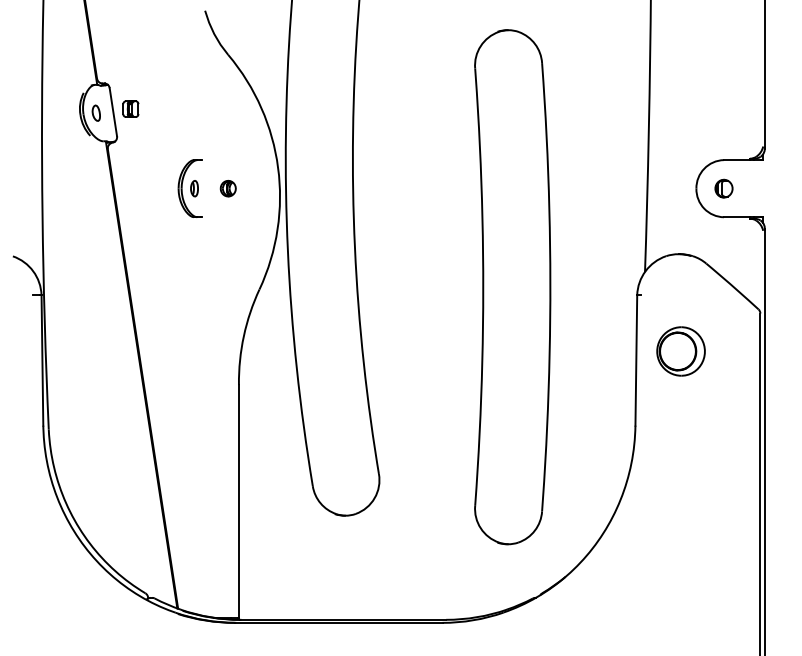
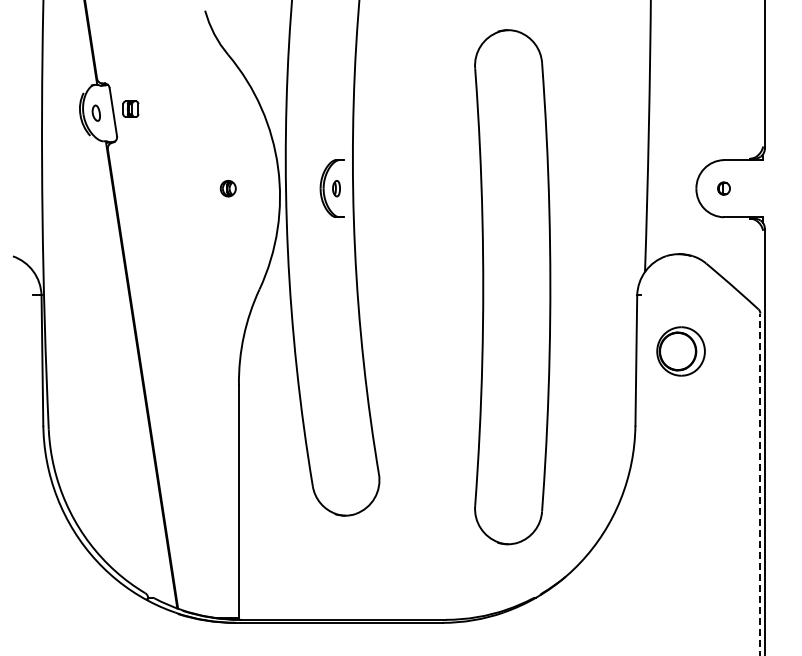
part at (189, 188) position: (189, 188) -> (331, 188)
part at (723, 188) size: 20x21 px -> 14x15 px
line at (760, 484): solid -> dashed
